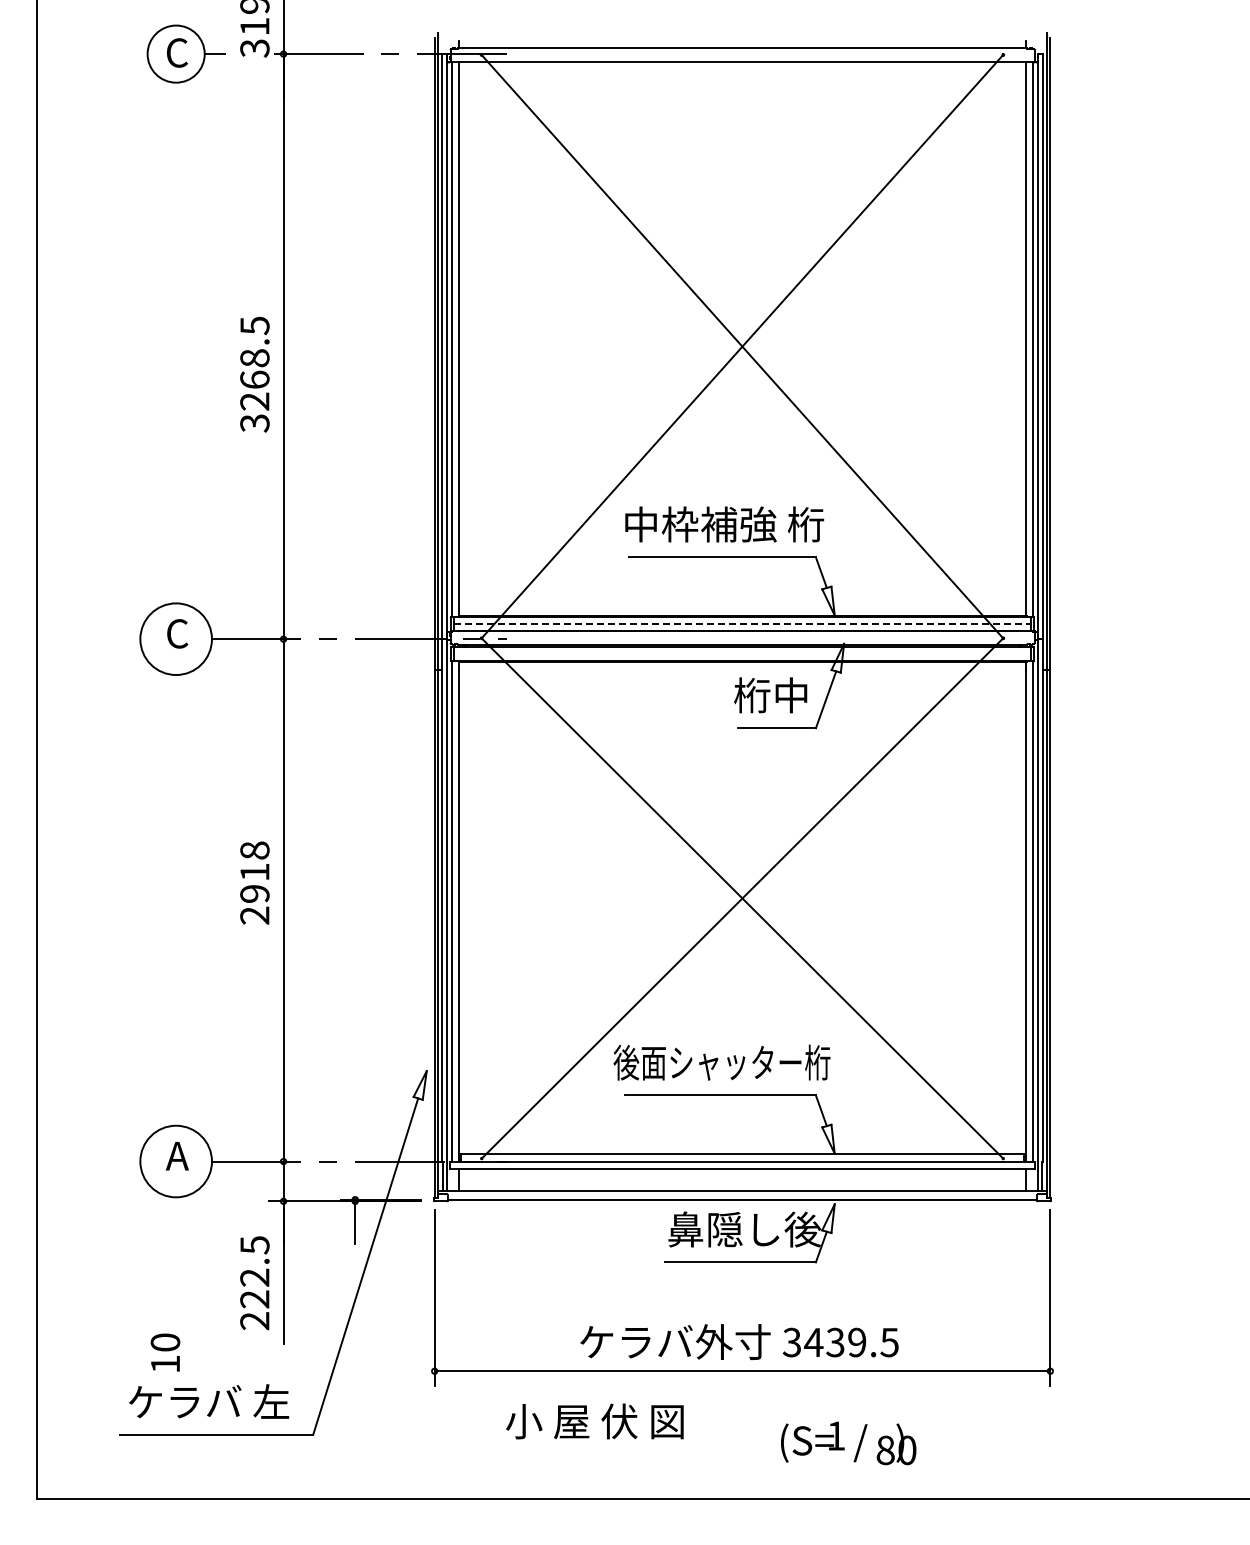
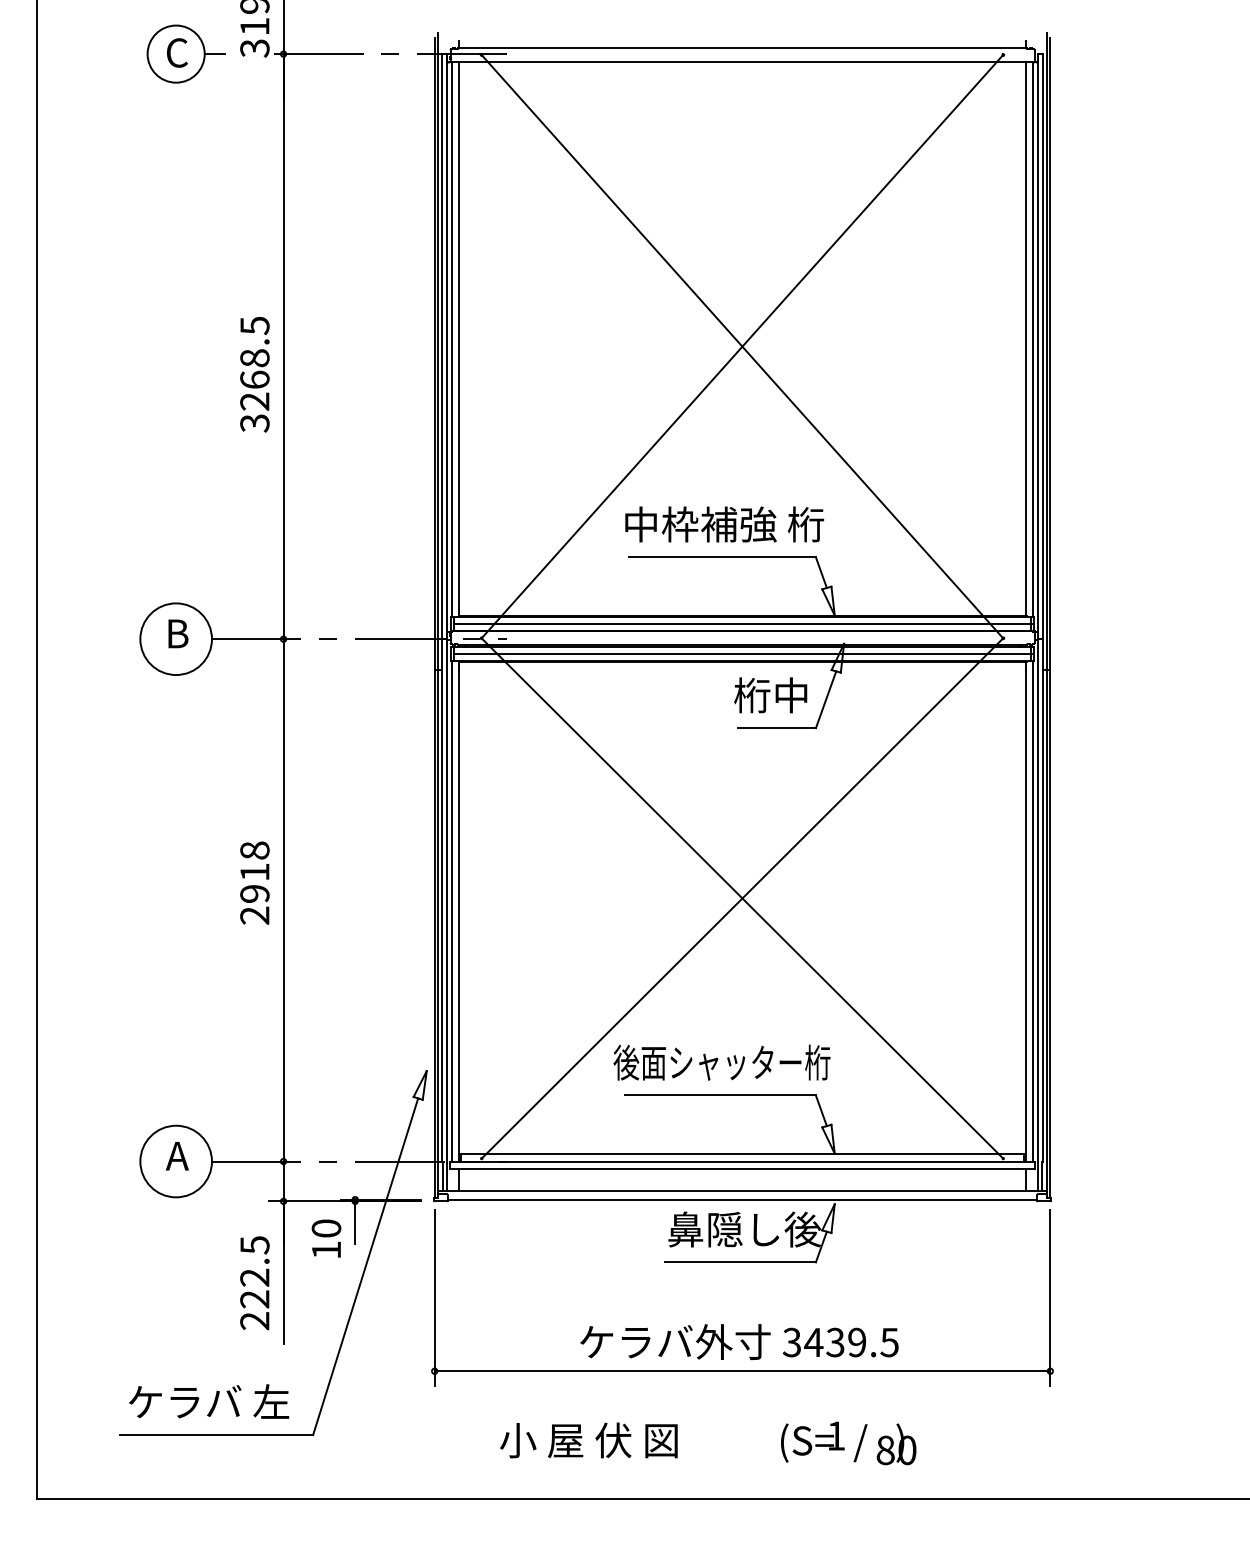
line at (742, 624): dashed -> solid
text at (177, 633): C -> B
line at (742, 653): none -> present
text at (165, 1352) position: (165, 1352) -> (326, 1238)
text at (594, 1421) position: (594, 1421) -> (588, 1440)
